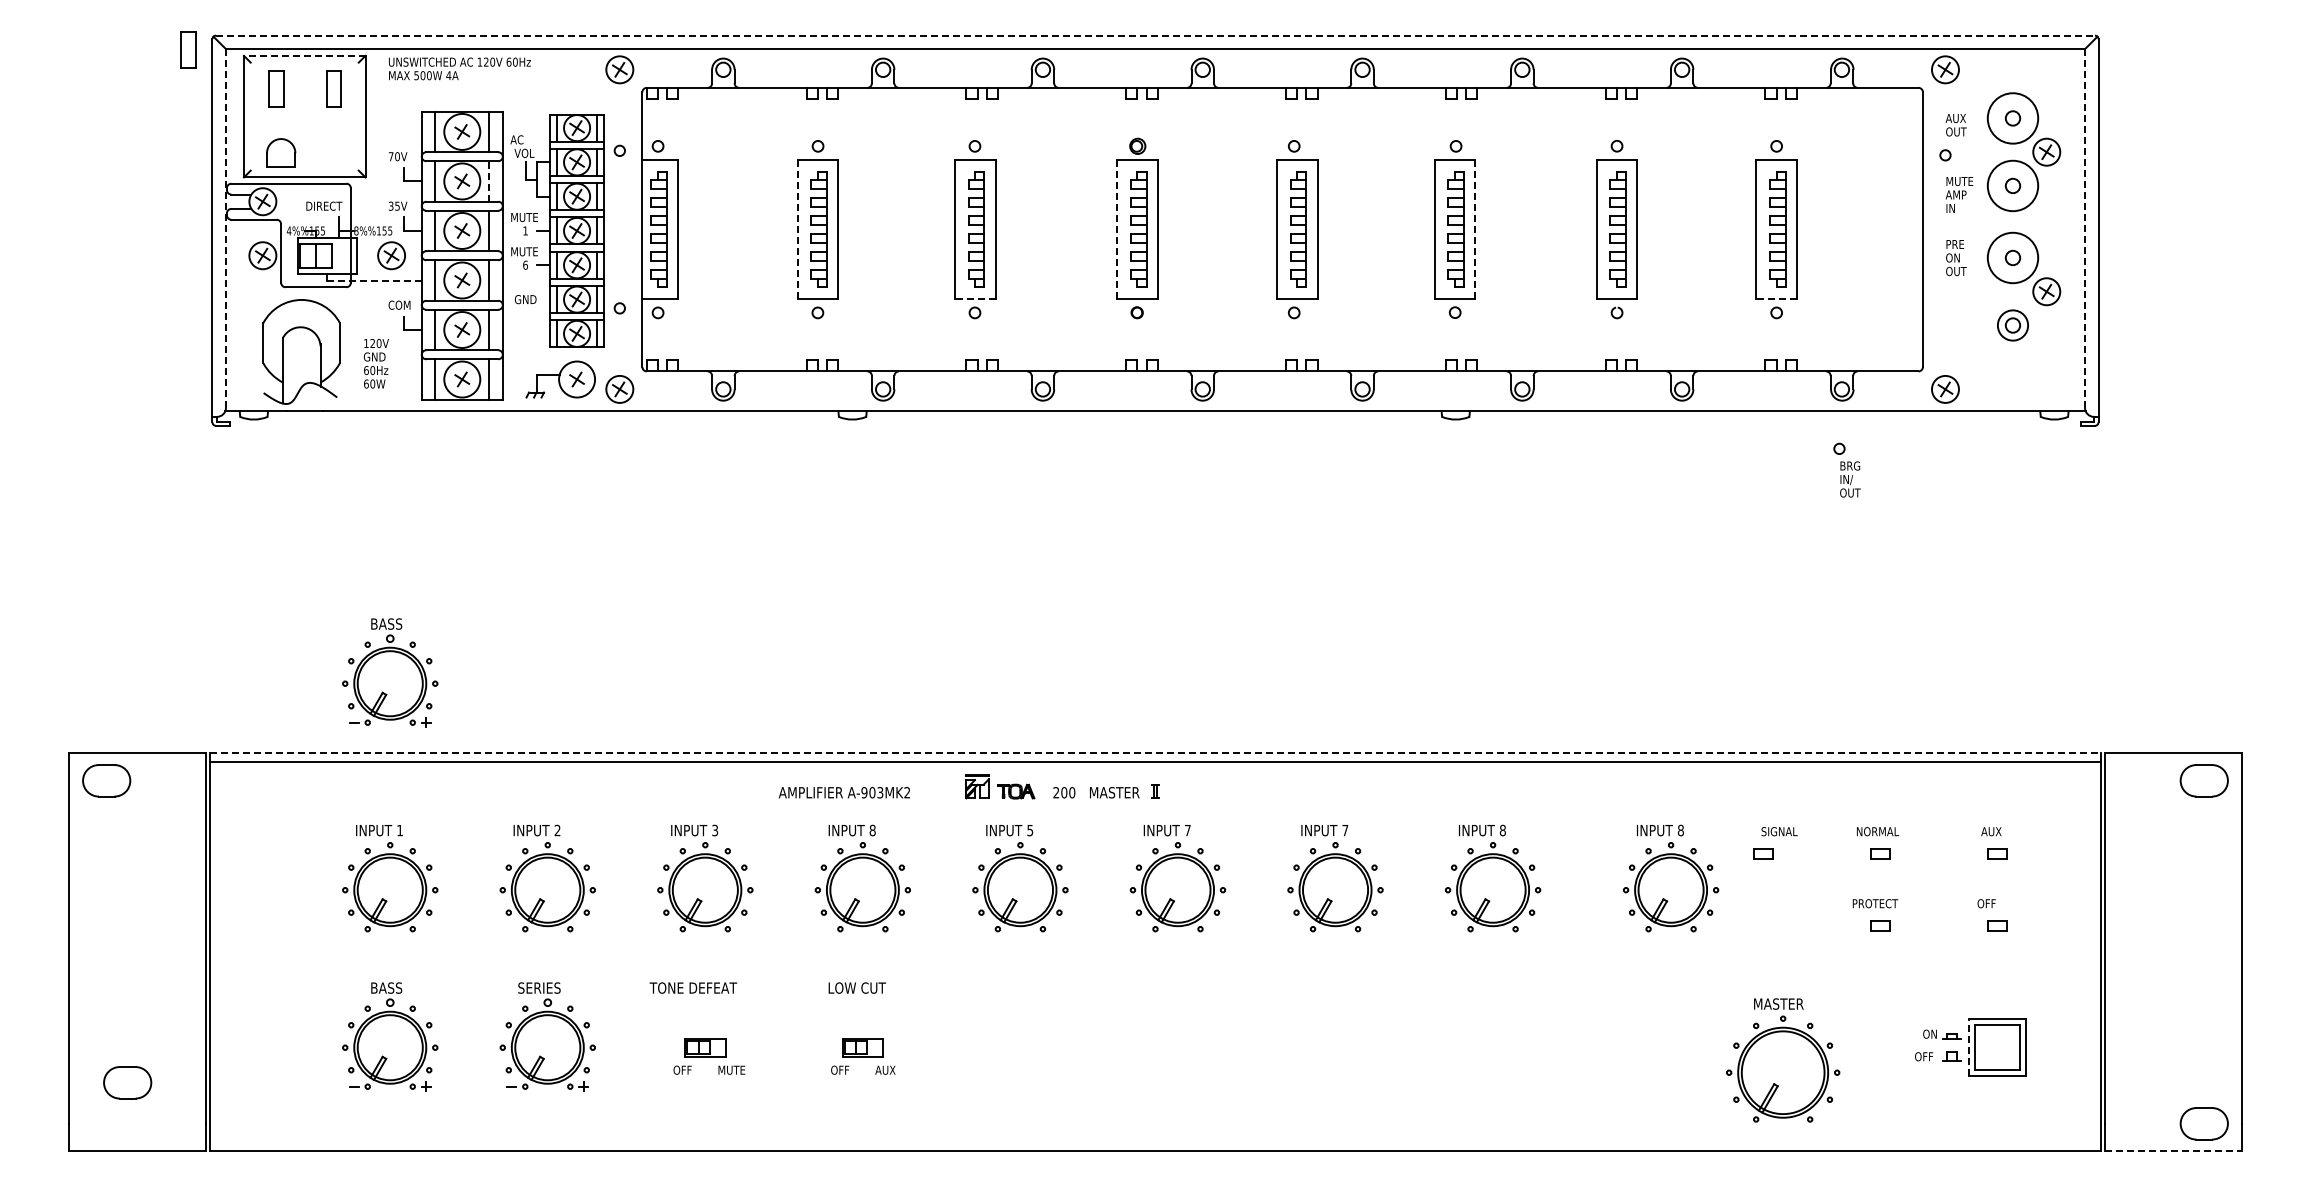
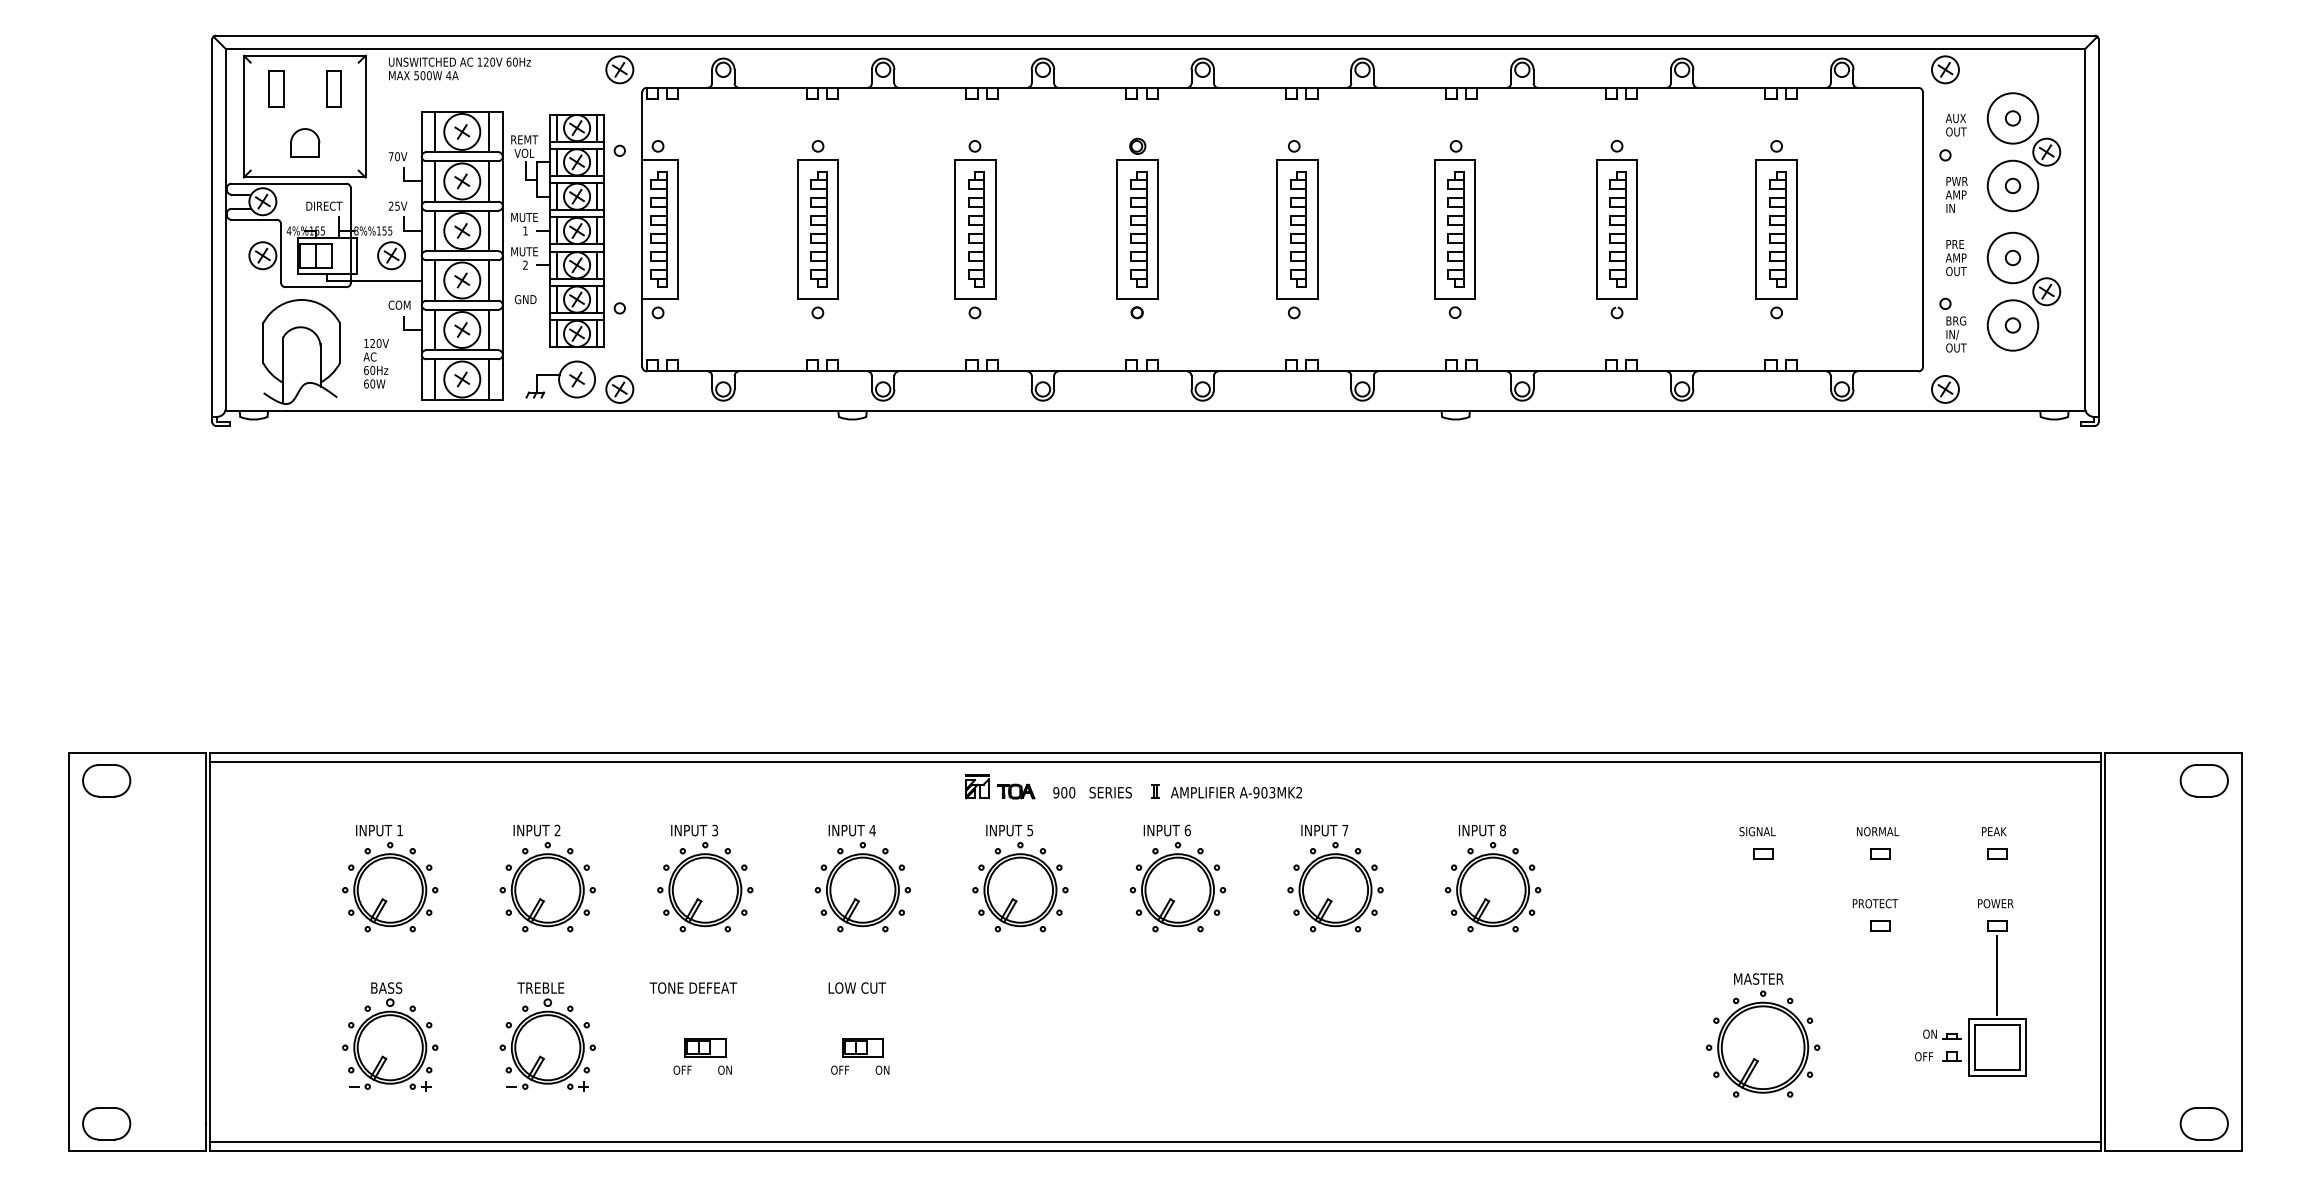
line at (1155, 35): dashed -> solid
part at (188, 49): present -> none
line at (304, 55): dashed -> solid
text at (524, 139): AC -> REMT
part at (281, 152) position: (281, 152) -> (305, 142)
line at (489, 180): dashed -> solid
text at (1960, 181): MUTE -> PWR
text at (390, 206): 35V -> 25V
line at (2085, 228): dashed -> solid
line at (225, 229): dashed -> solid
line at (797, 229): dashed -> solid
line at (1117, 229): dashed -> solid
line at (1475, 229): dashed -> solid
text at (1955, 257): ON -> AMP
text at (525, 264): 6 -> 2
line at (375, 280): dashed -> solid
line at (974, 299): dashed -> solid
line at (1776, 299): dashed -> solid
circle at (2012, 325) diameter: 30 px -> 50 px
text at (374, 356): GND -> AC
part at (1846, 469) position: (1846, 469) -> (1952, 324)
part at (390, 672): present -> none
line at (1155, 753): dashed -> solid
text at (844, 792) position: (844, 792) -> (1236, 792)
text at (1056, 792): 200 -> 900
text at (1114, 792): MASTER -> SERIES
text at (872, 830): 8 -> 4
text at (1187, 830): 7 -> 6
text at (1779, 831) position: (1779, 831) -> (1757, 831)
text at (1993, 831): AUX -> PEAK
part at (1671, 878): present -> none
text at (1995, 903): OFF -> POWER
line at (1997, 975): none -> present
text at (540, 987): SERIES -> TREBLE
line at (1968, 1047): dashed -> solid
part at (1783, 1060) position: (1783, 1060) -> (1763, 1035)
text at (731, 1069): MUTE -> ON
text at (885, 1069): AUX -> ON
part at (127, 1082) position: (127, 1082) -> (106, 1123)
line at (1155, 1142): none -> present
line at (2173, 1151): dashed -> solid
